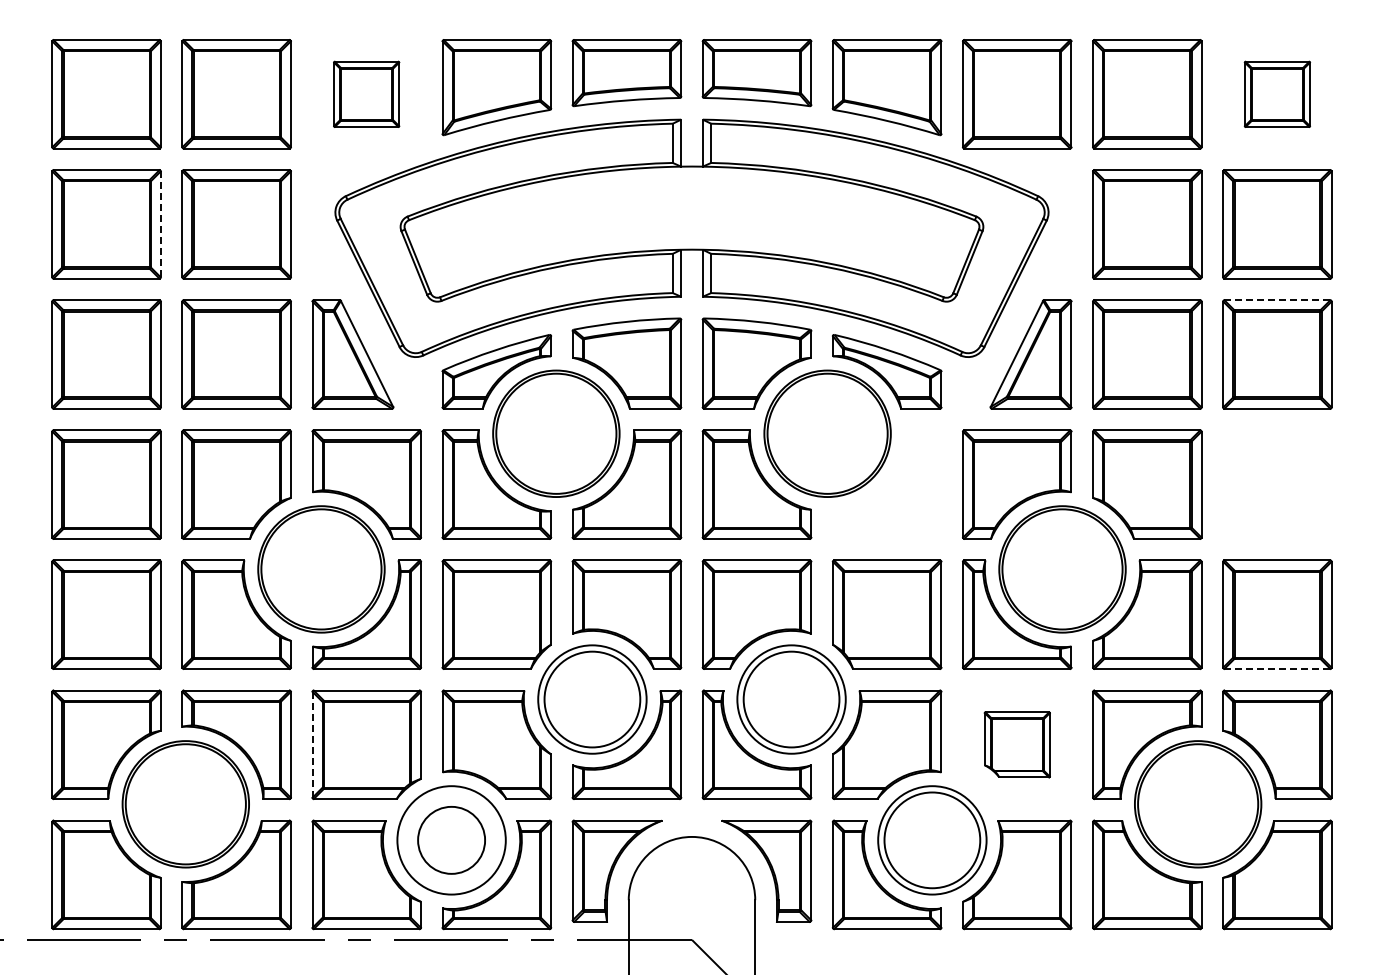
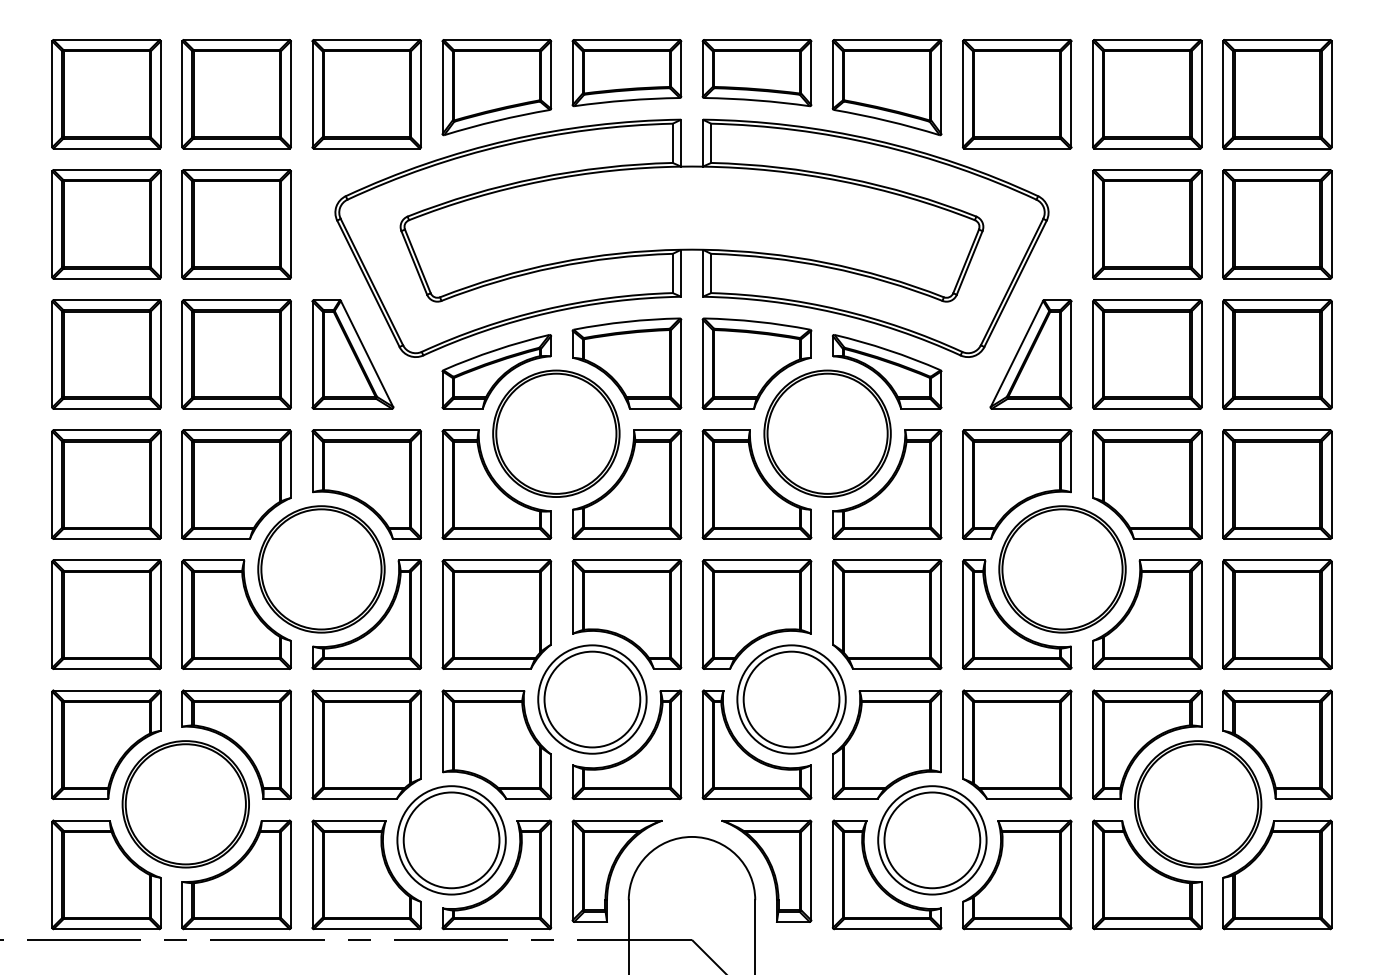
part at (366, 93) size: 68x68 px -> 111x111 px
part at (1277, 93) size: 69x68 px -> 111x111 px
line at (160, 224): dashed -> solid
line at (1277, 300): dashed -> solid
part at (886, 484): none -> present
part at (1277, 484): none -> present
line at (1277, 668): dashed -> solid
line at (312, 744): dashed -> solid
part at (1016, 744) size: 68x68 px -> 111x112 px
circle at (451, 839) diameter: 67 px -> 96 px
